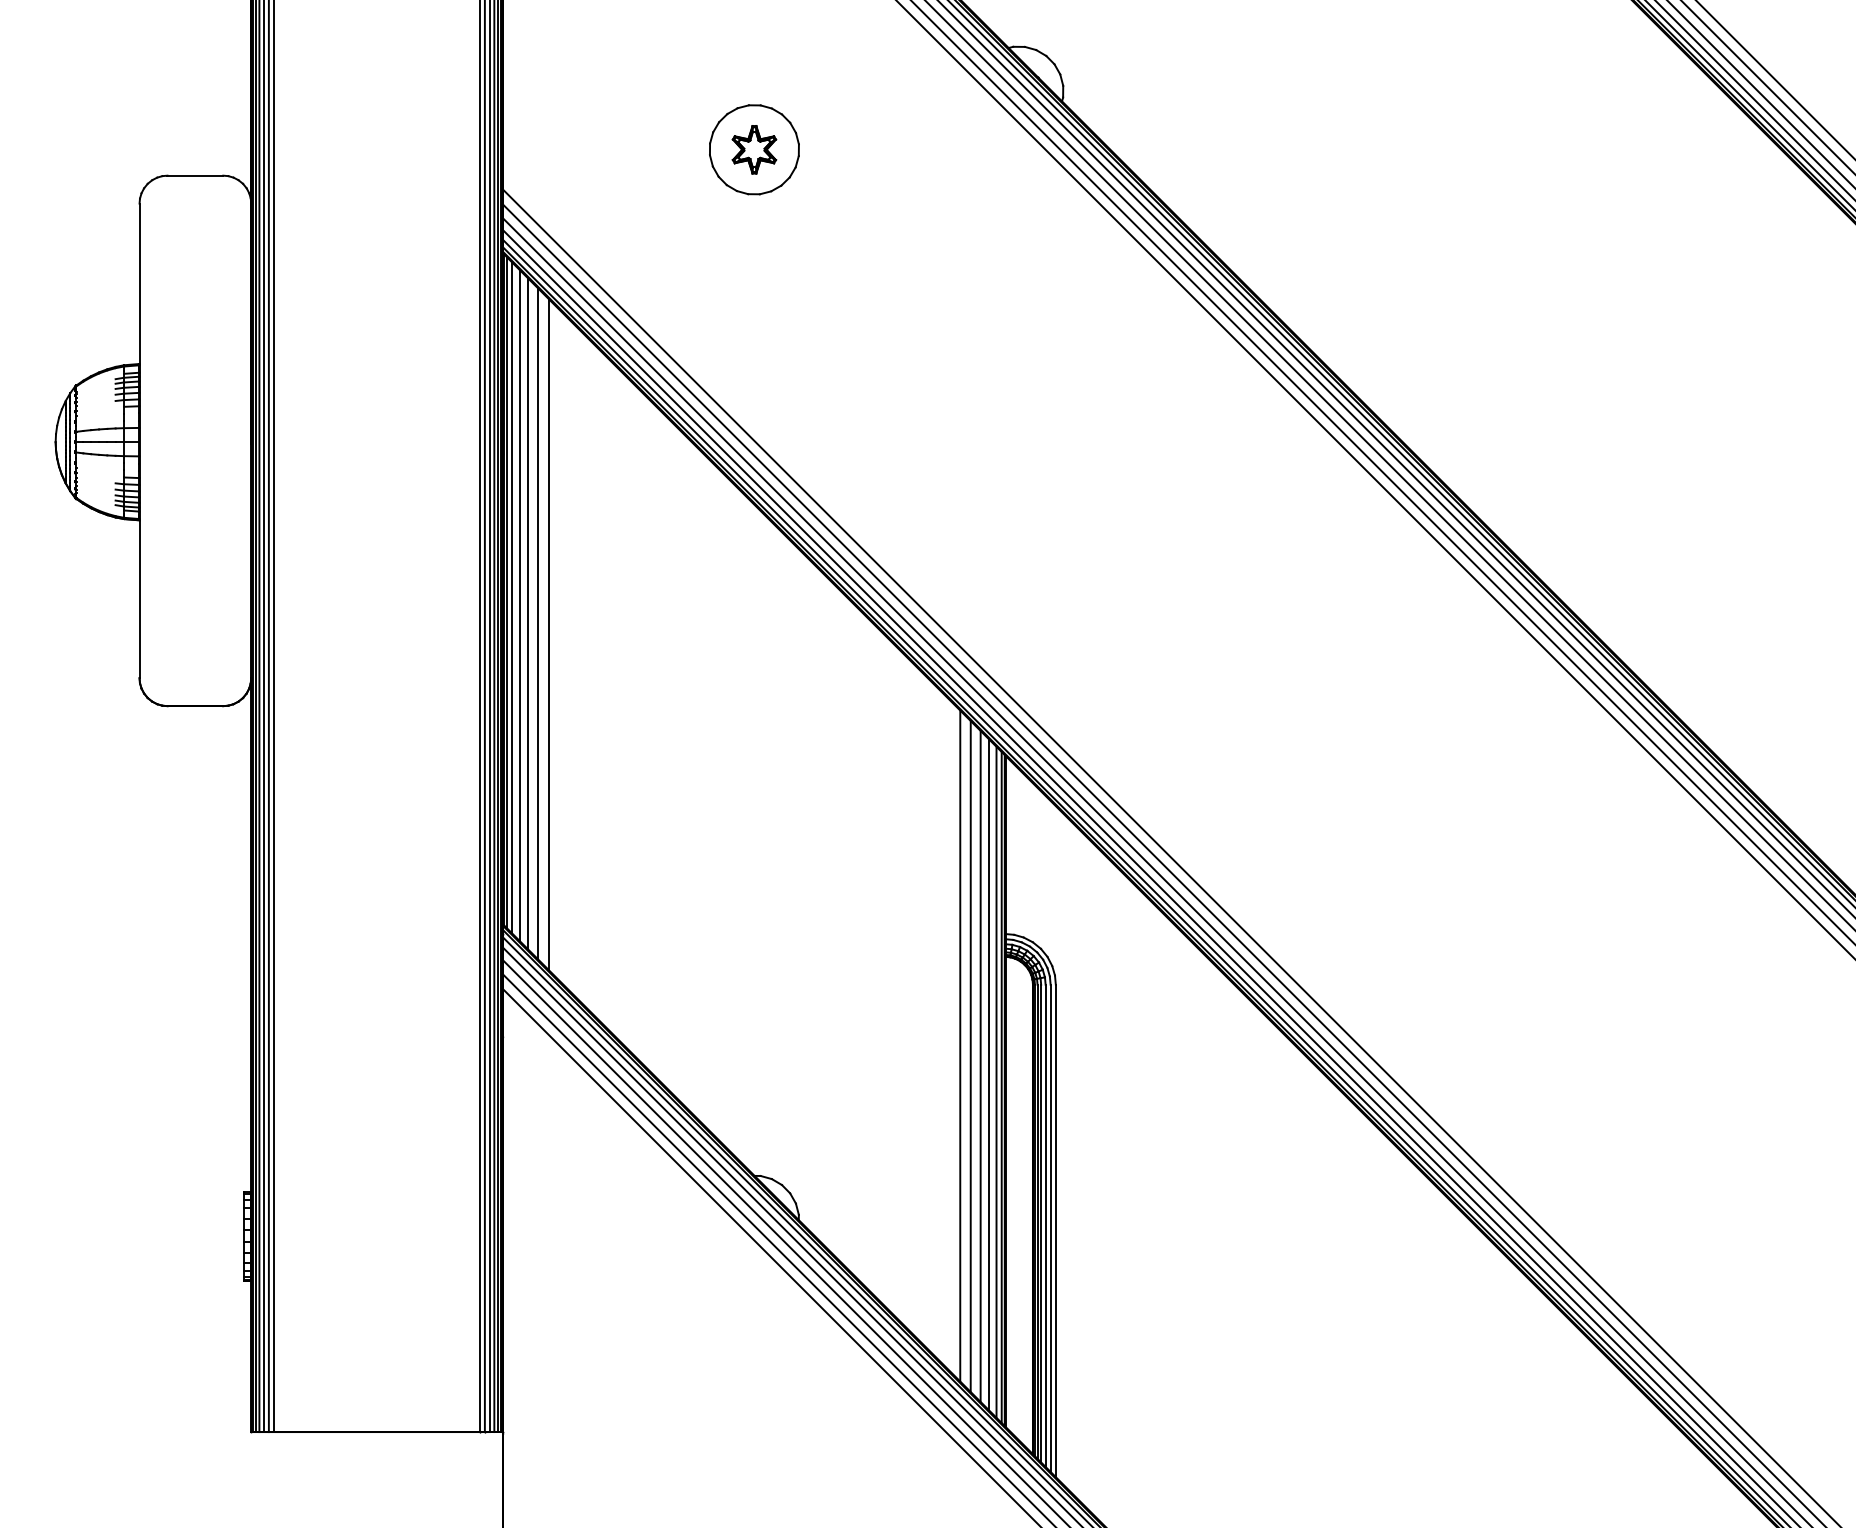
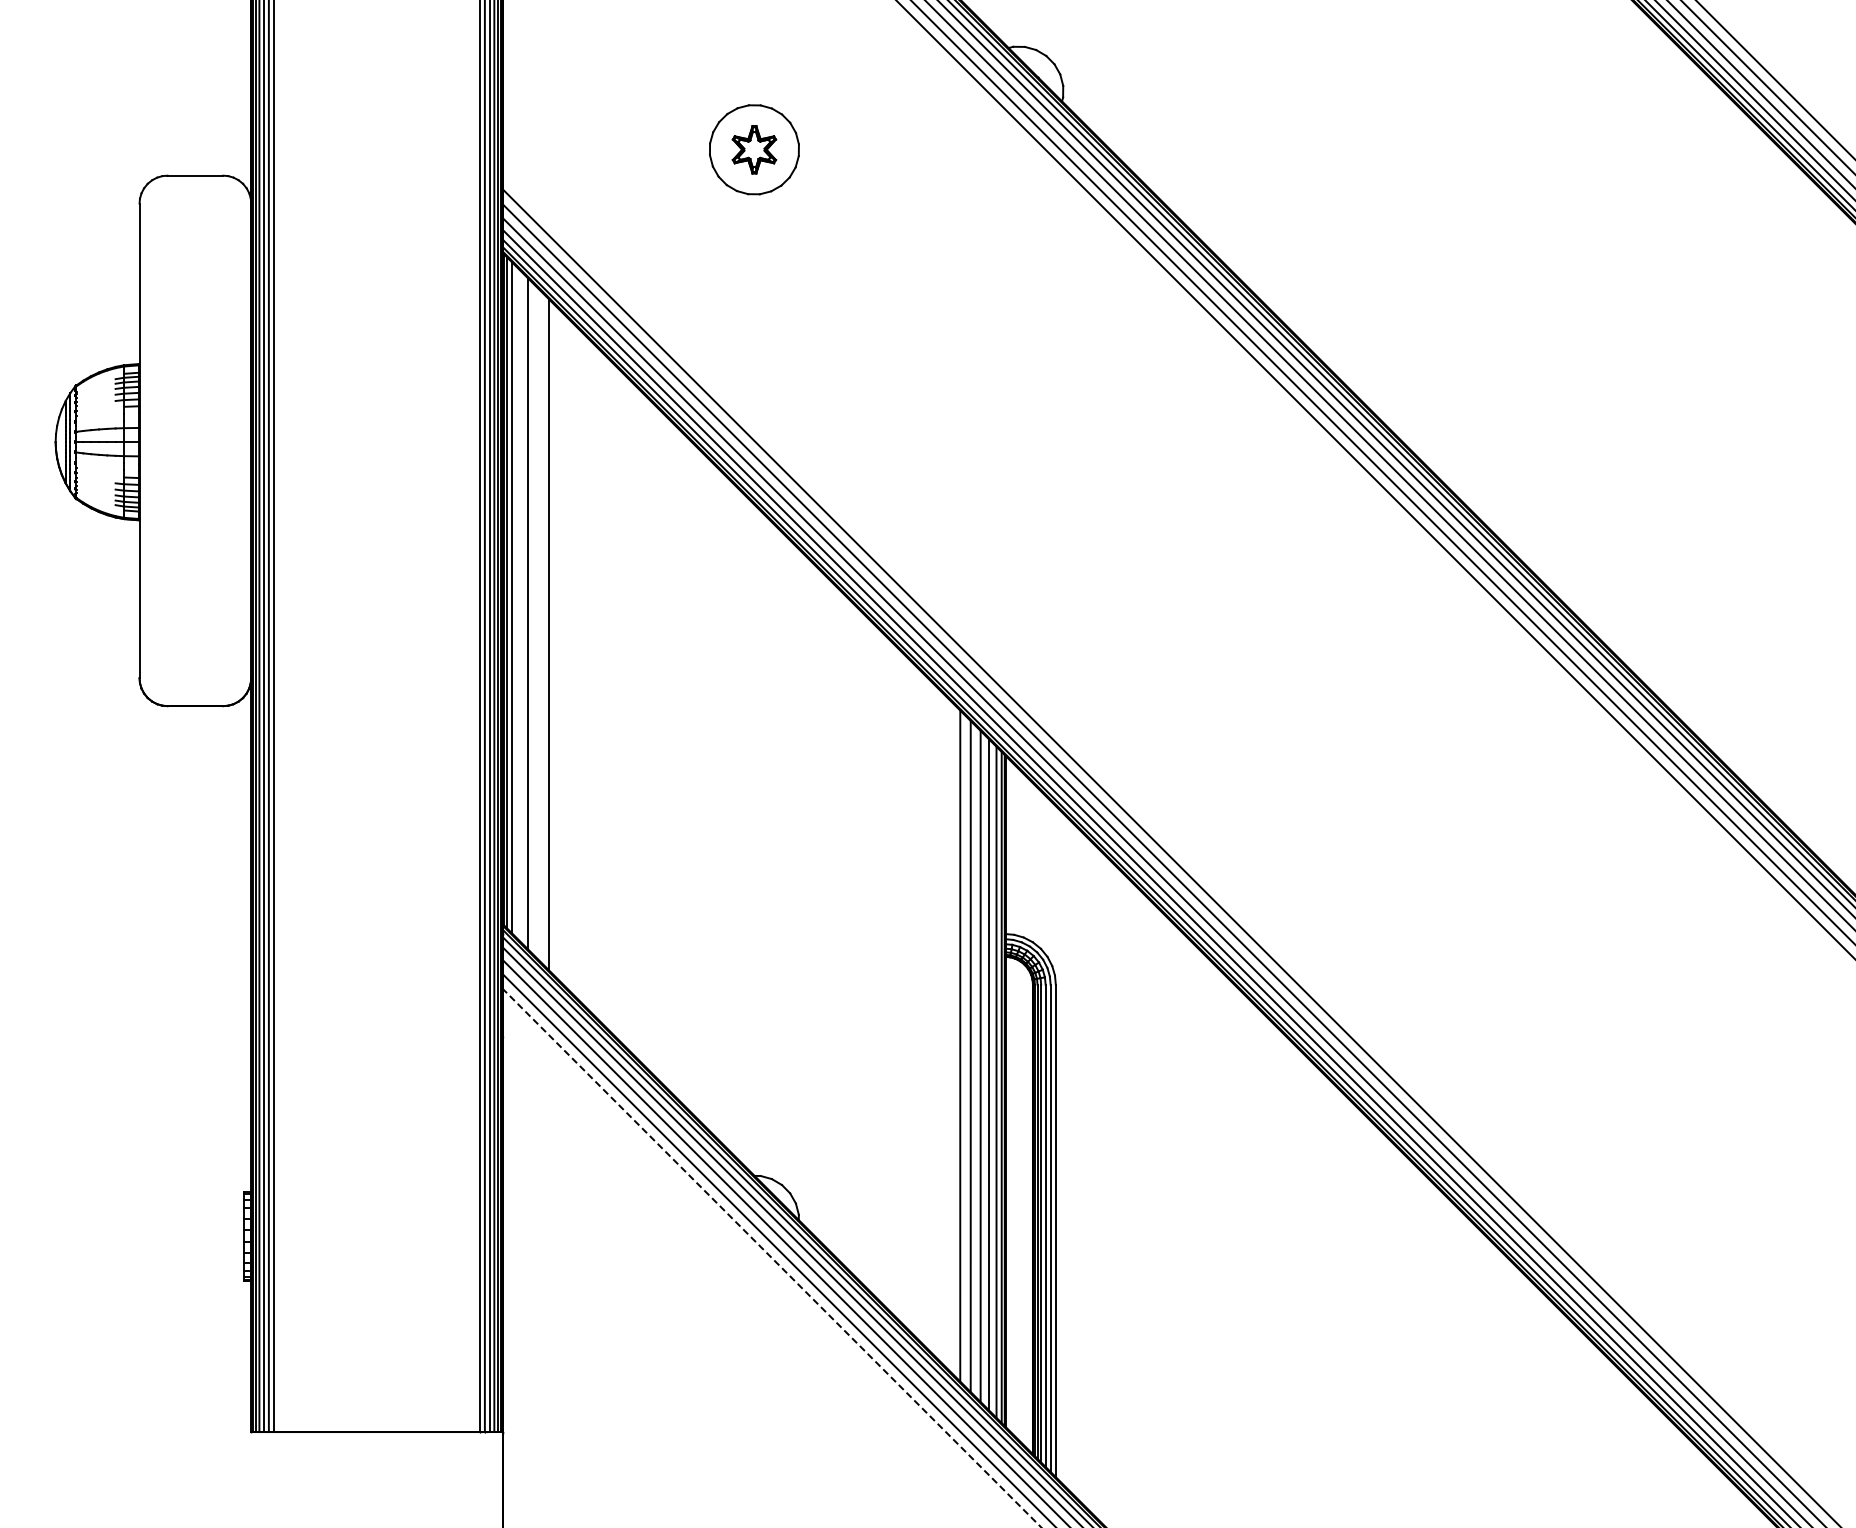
line at (519, 605): present -> none
line at (538, 623): present -> none
line at (771, 1257): solid -> dashed
